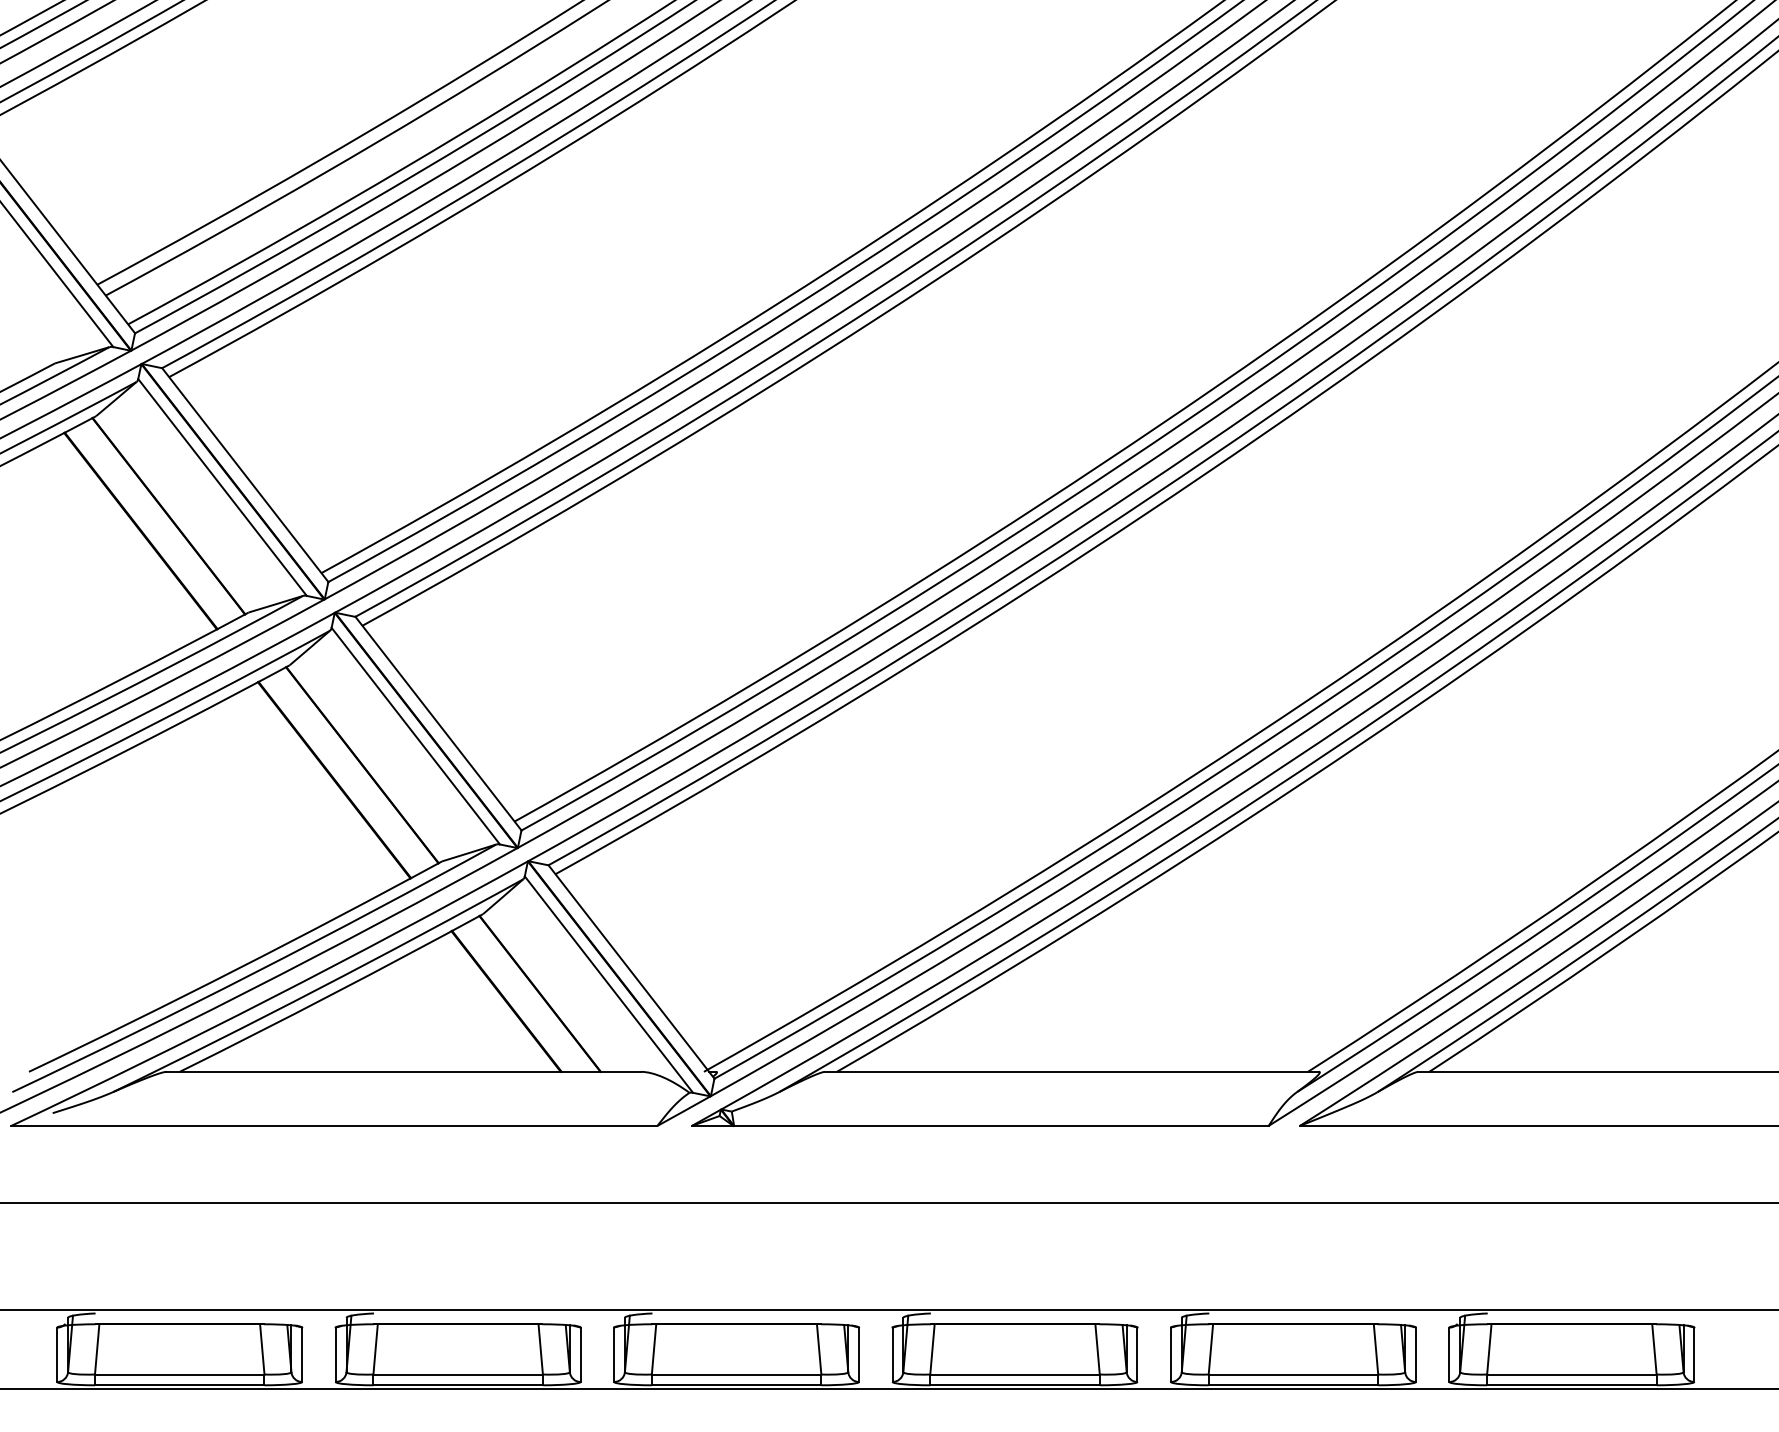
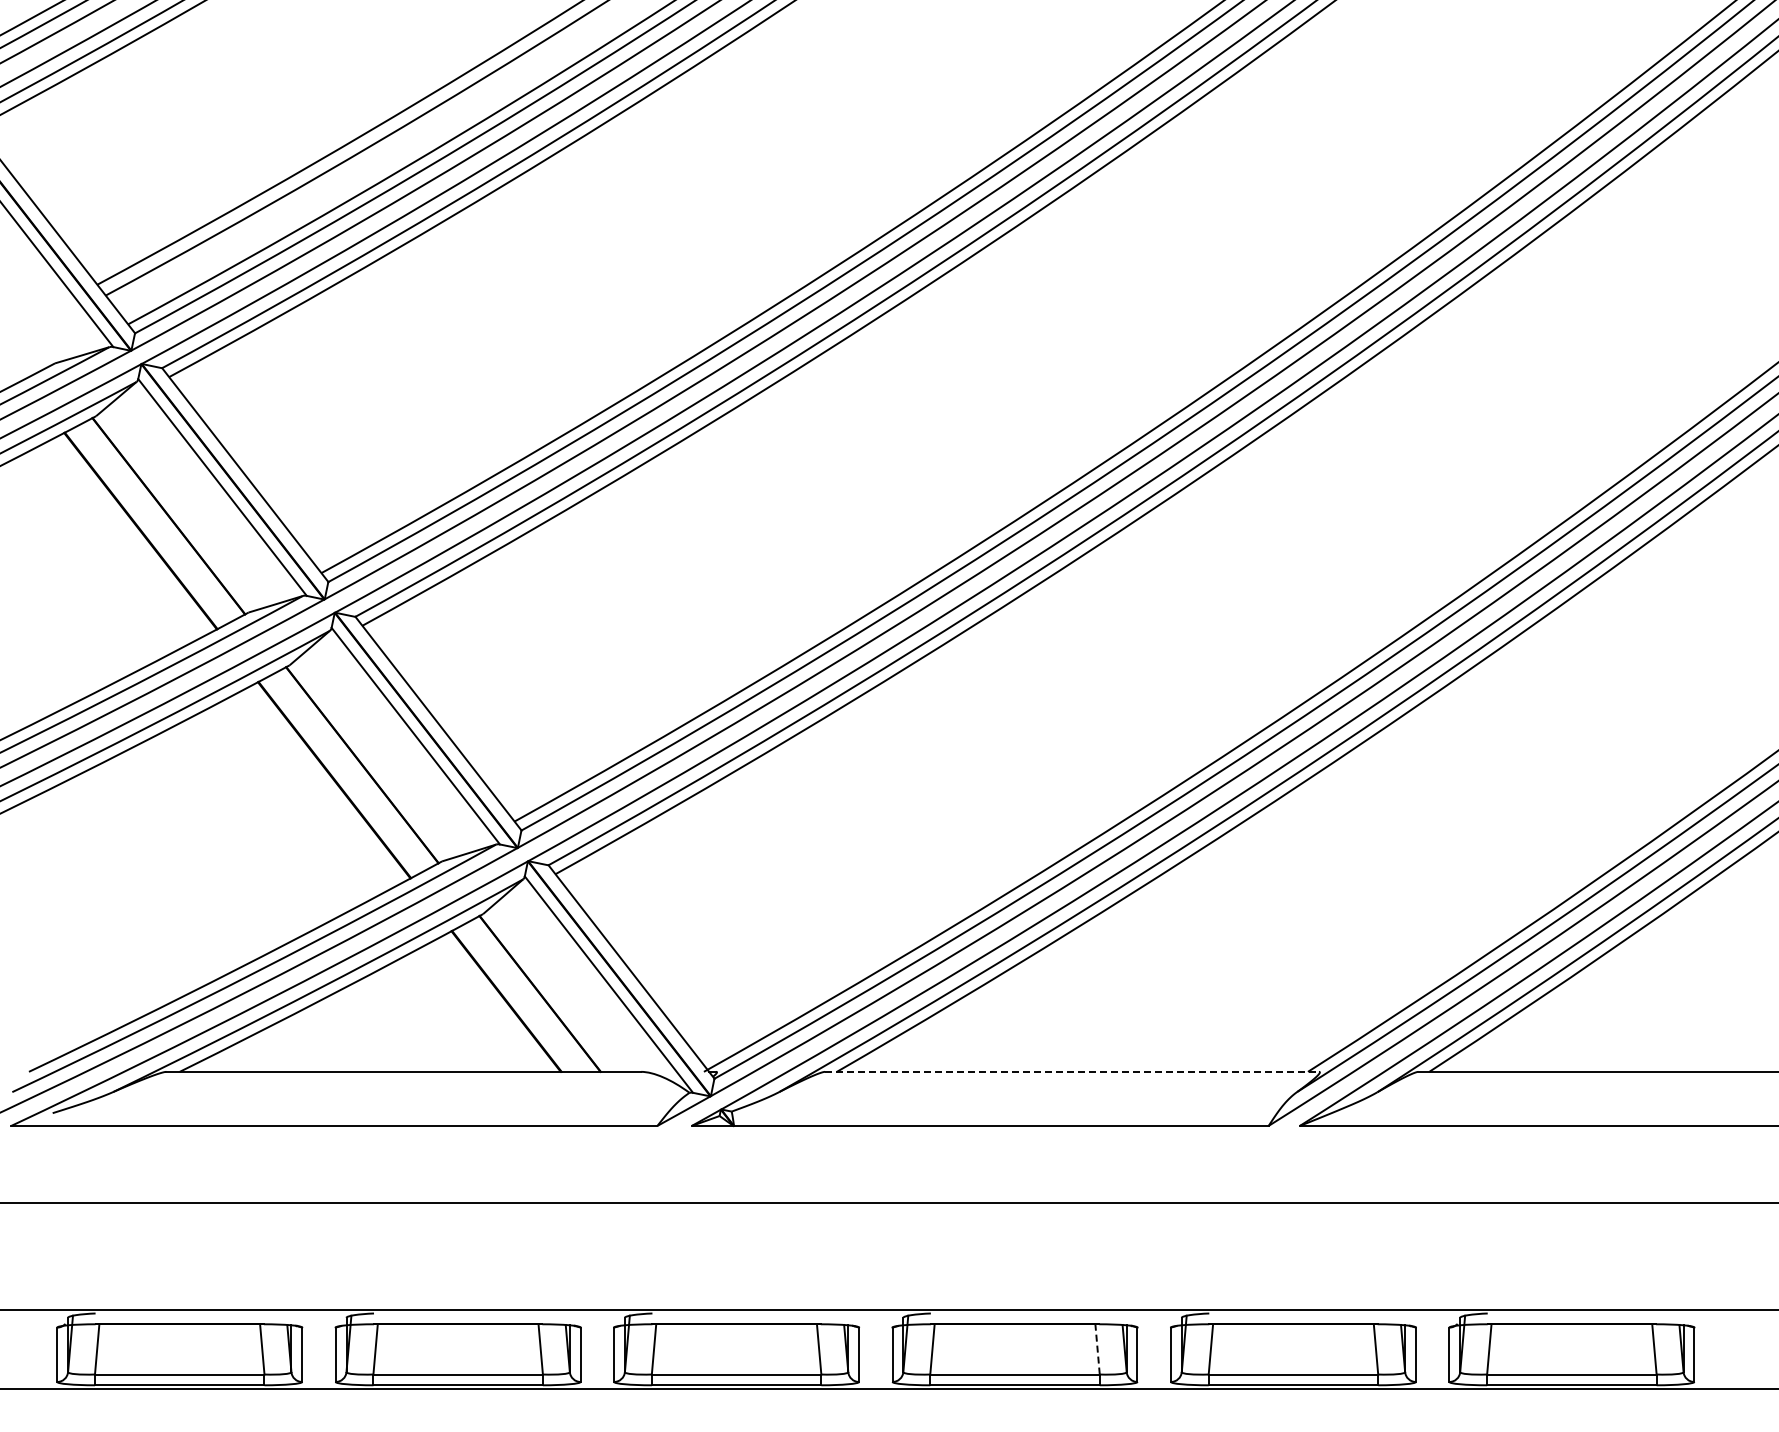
line at (1072, 1071): solid -> dashed
line at (1097, 1348): solid -> dashed
